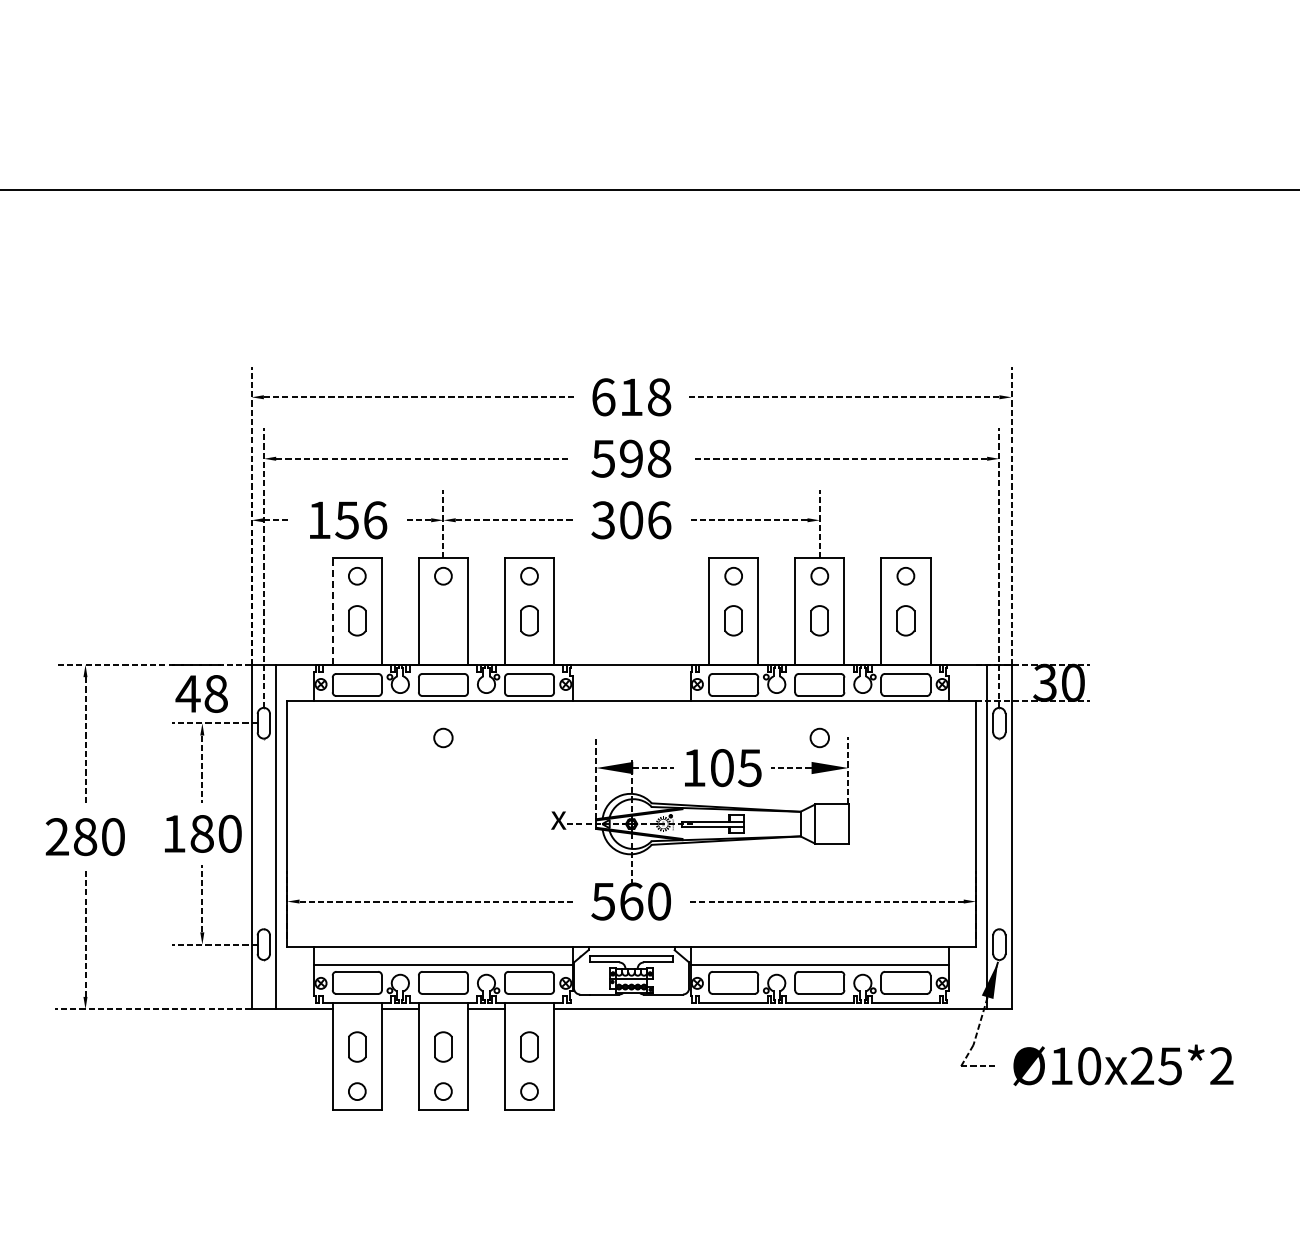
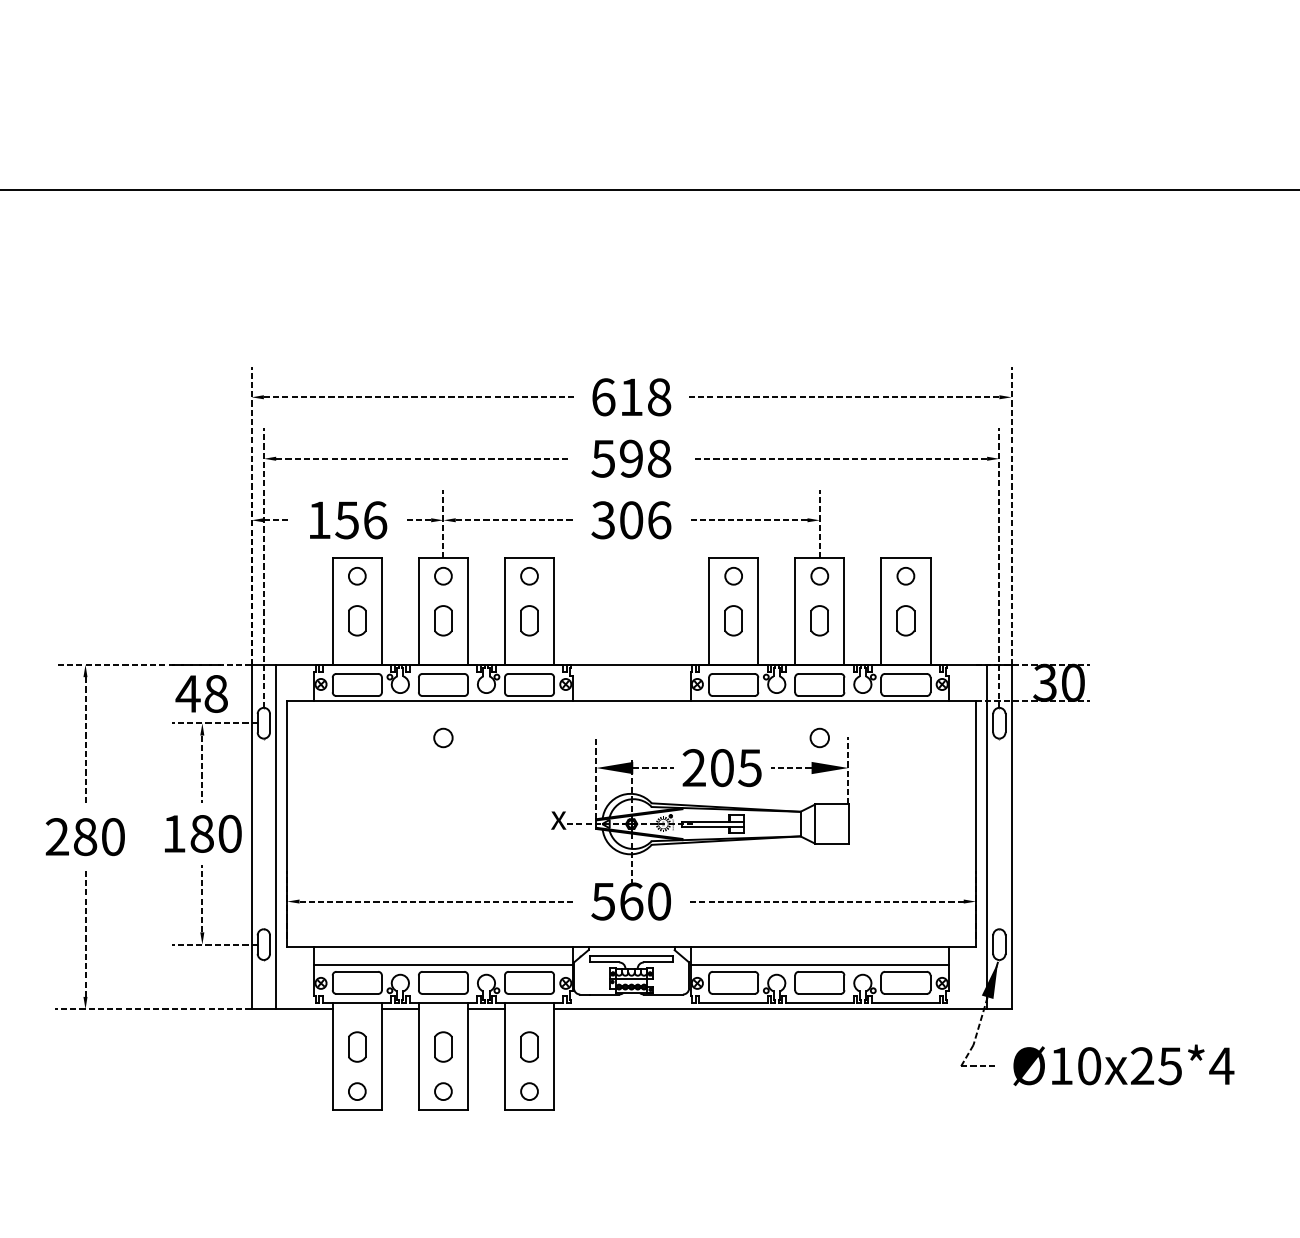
line at (332, 611): dashed -> solid
part at (443, 620): none -> present
text at (693, 767): 105 -> 205
text at (1221, 1065): Ø10x25*2 -> Ø10x25*4
